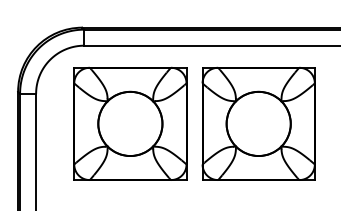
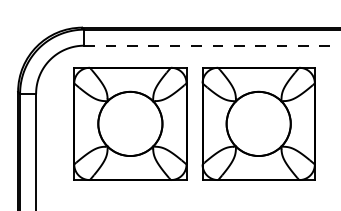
line at (212, 45): solid -> dashed
